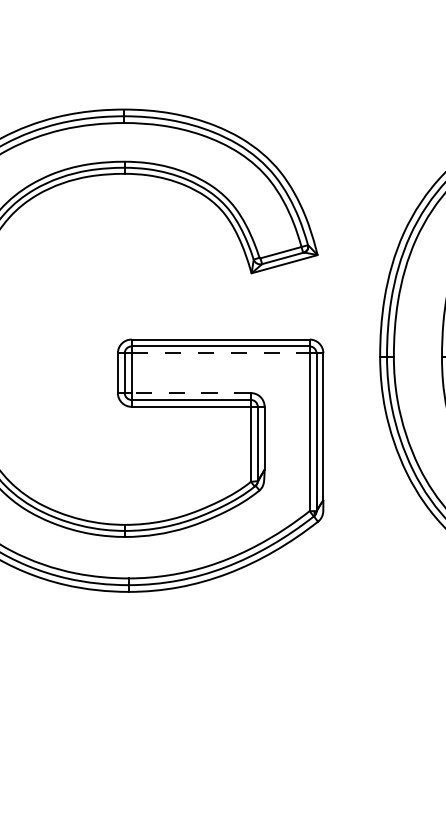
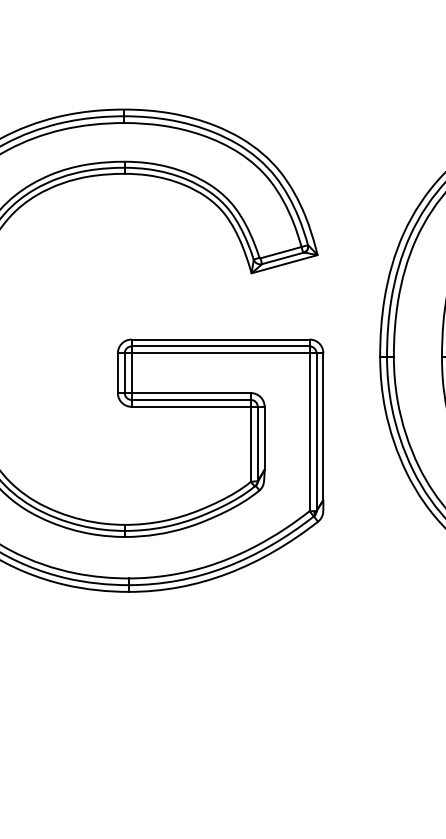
line at (221, 353): dashed -> solid
line at (191, 393): dashed -> solid
